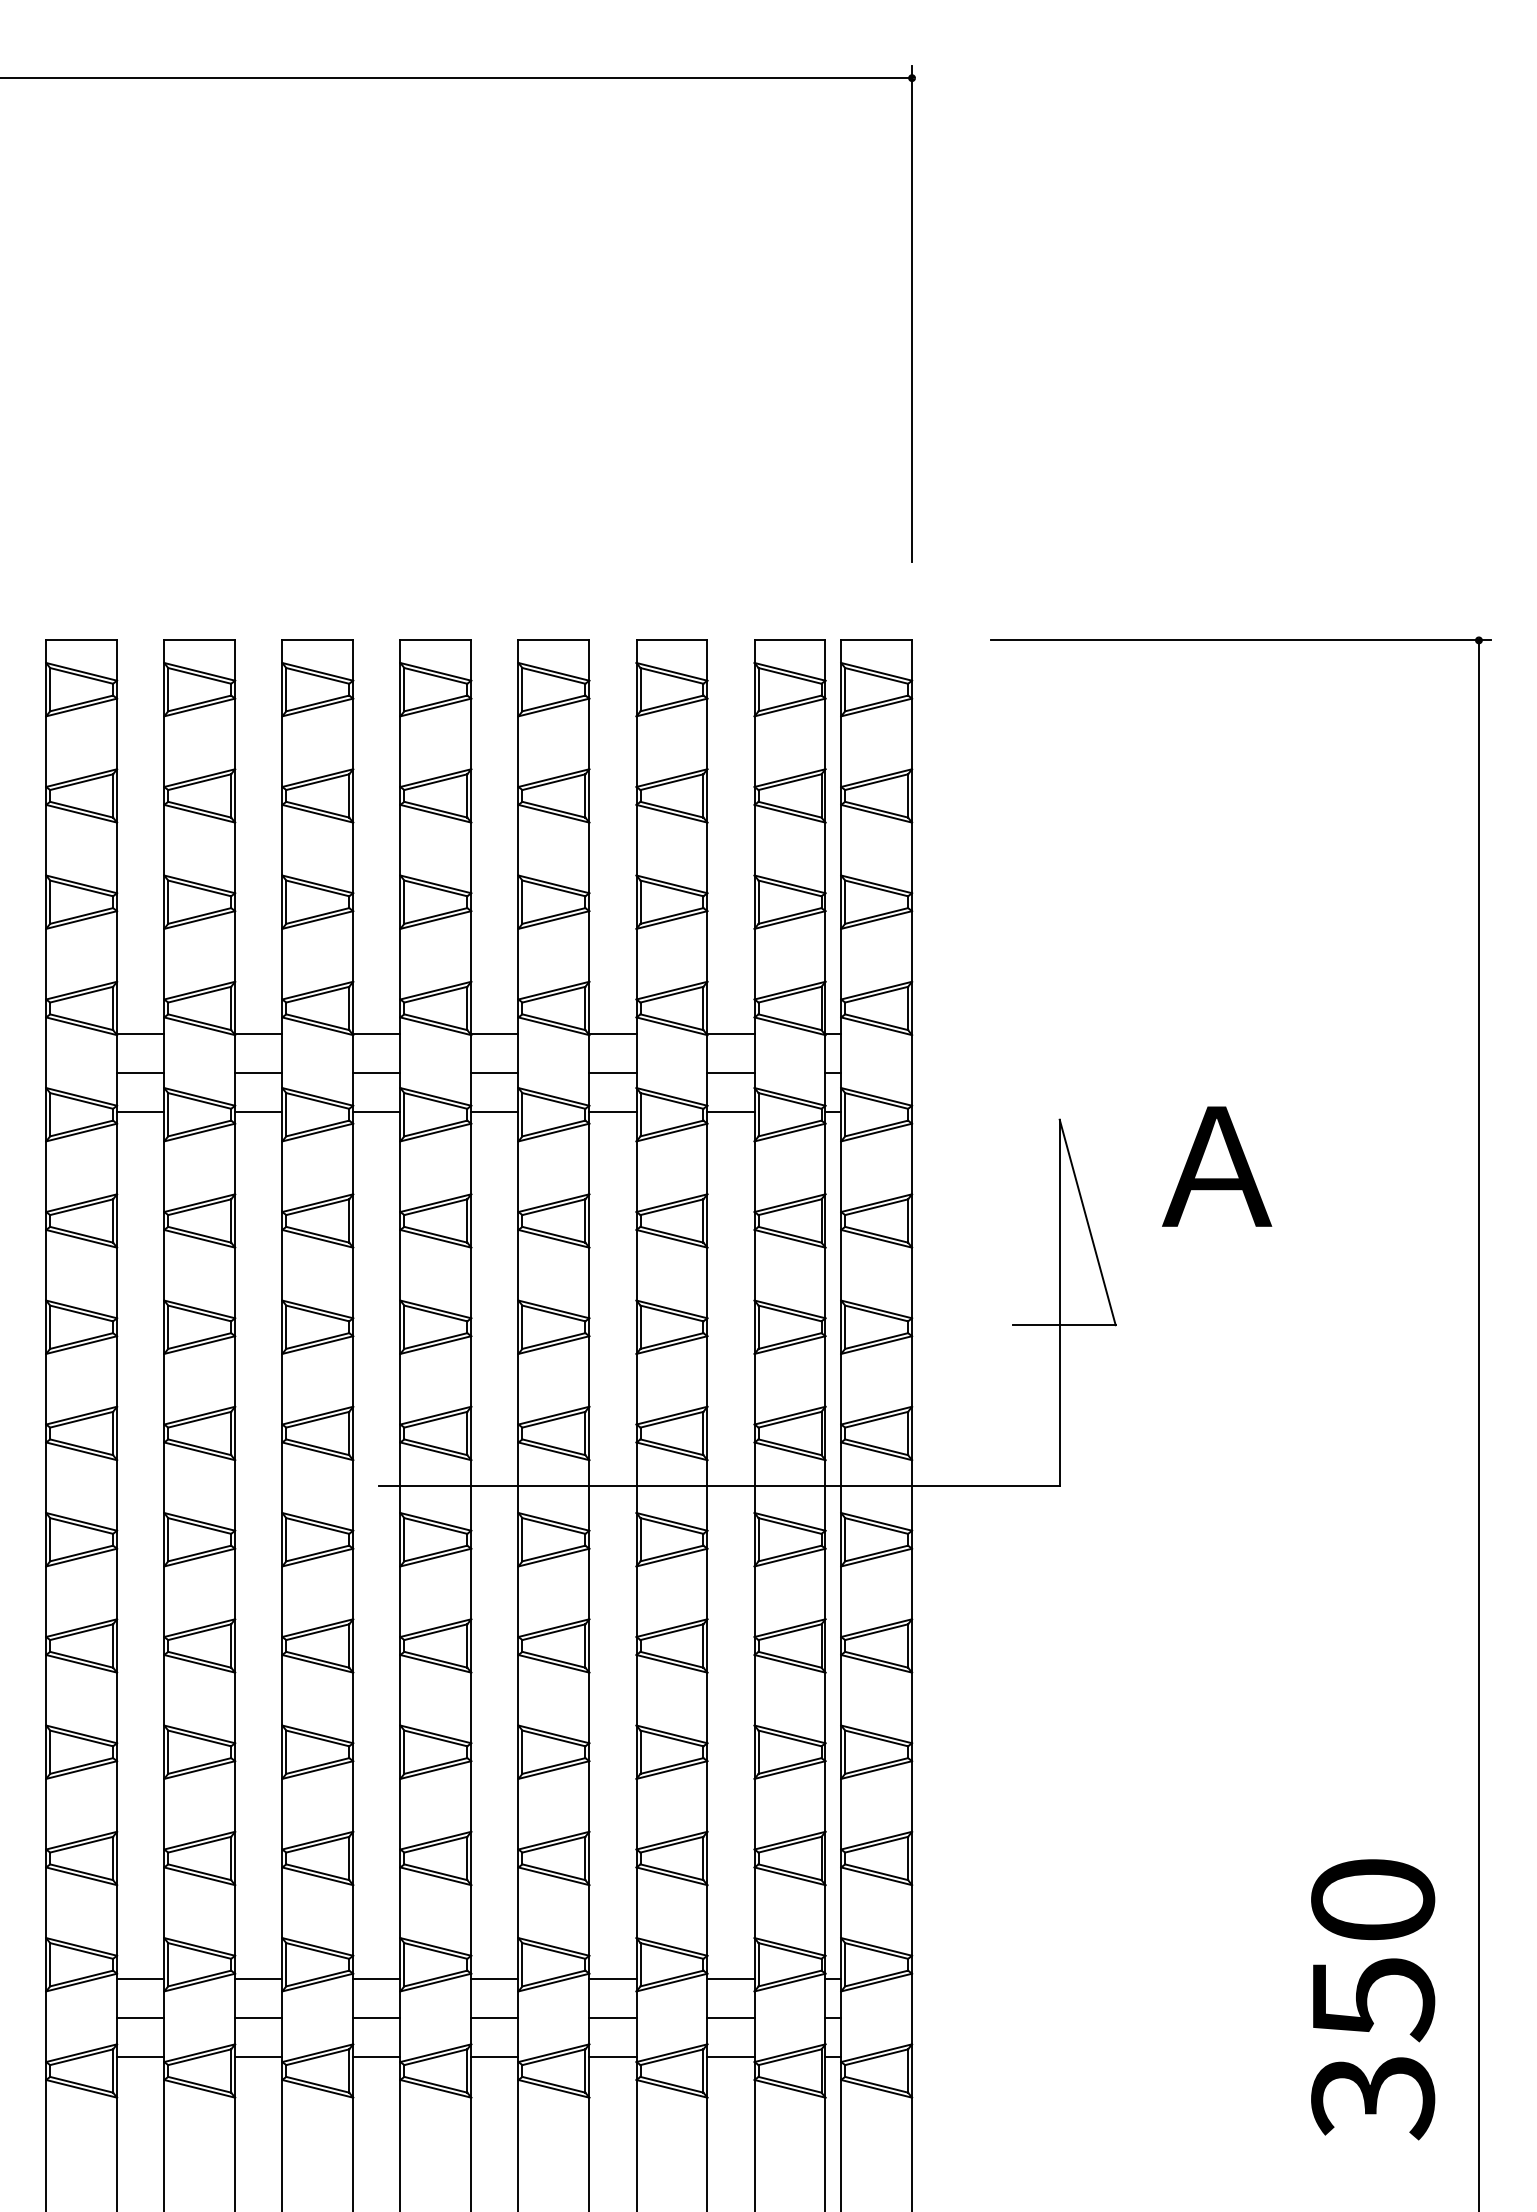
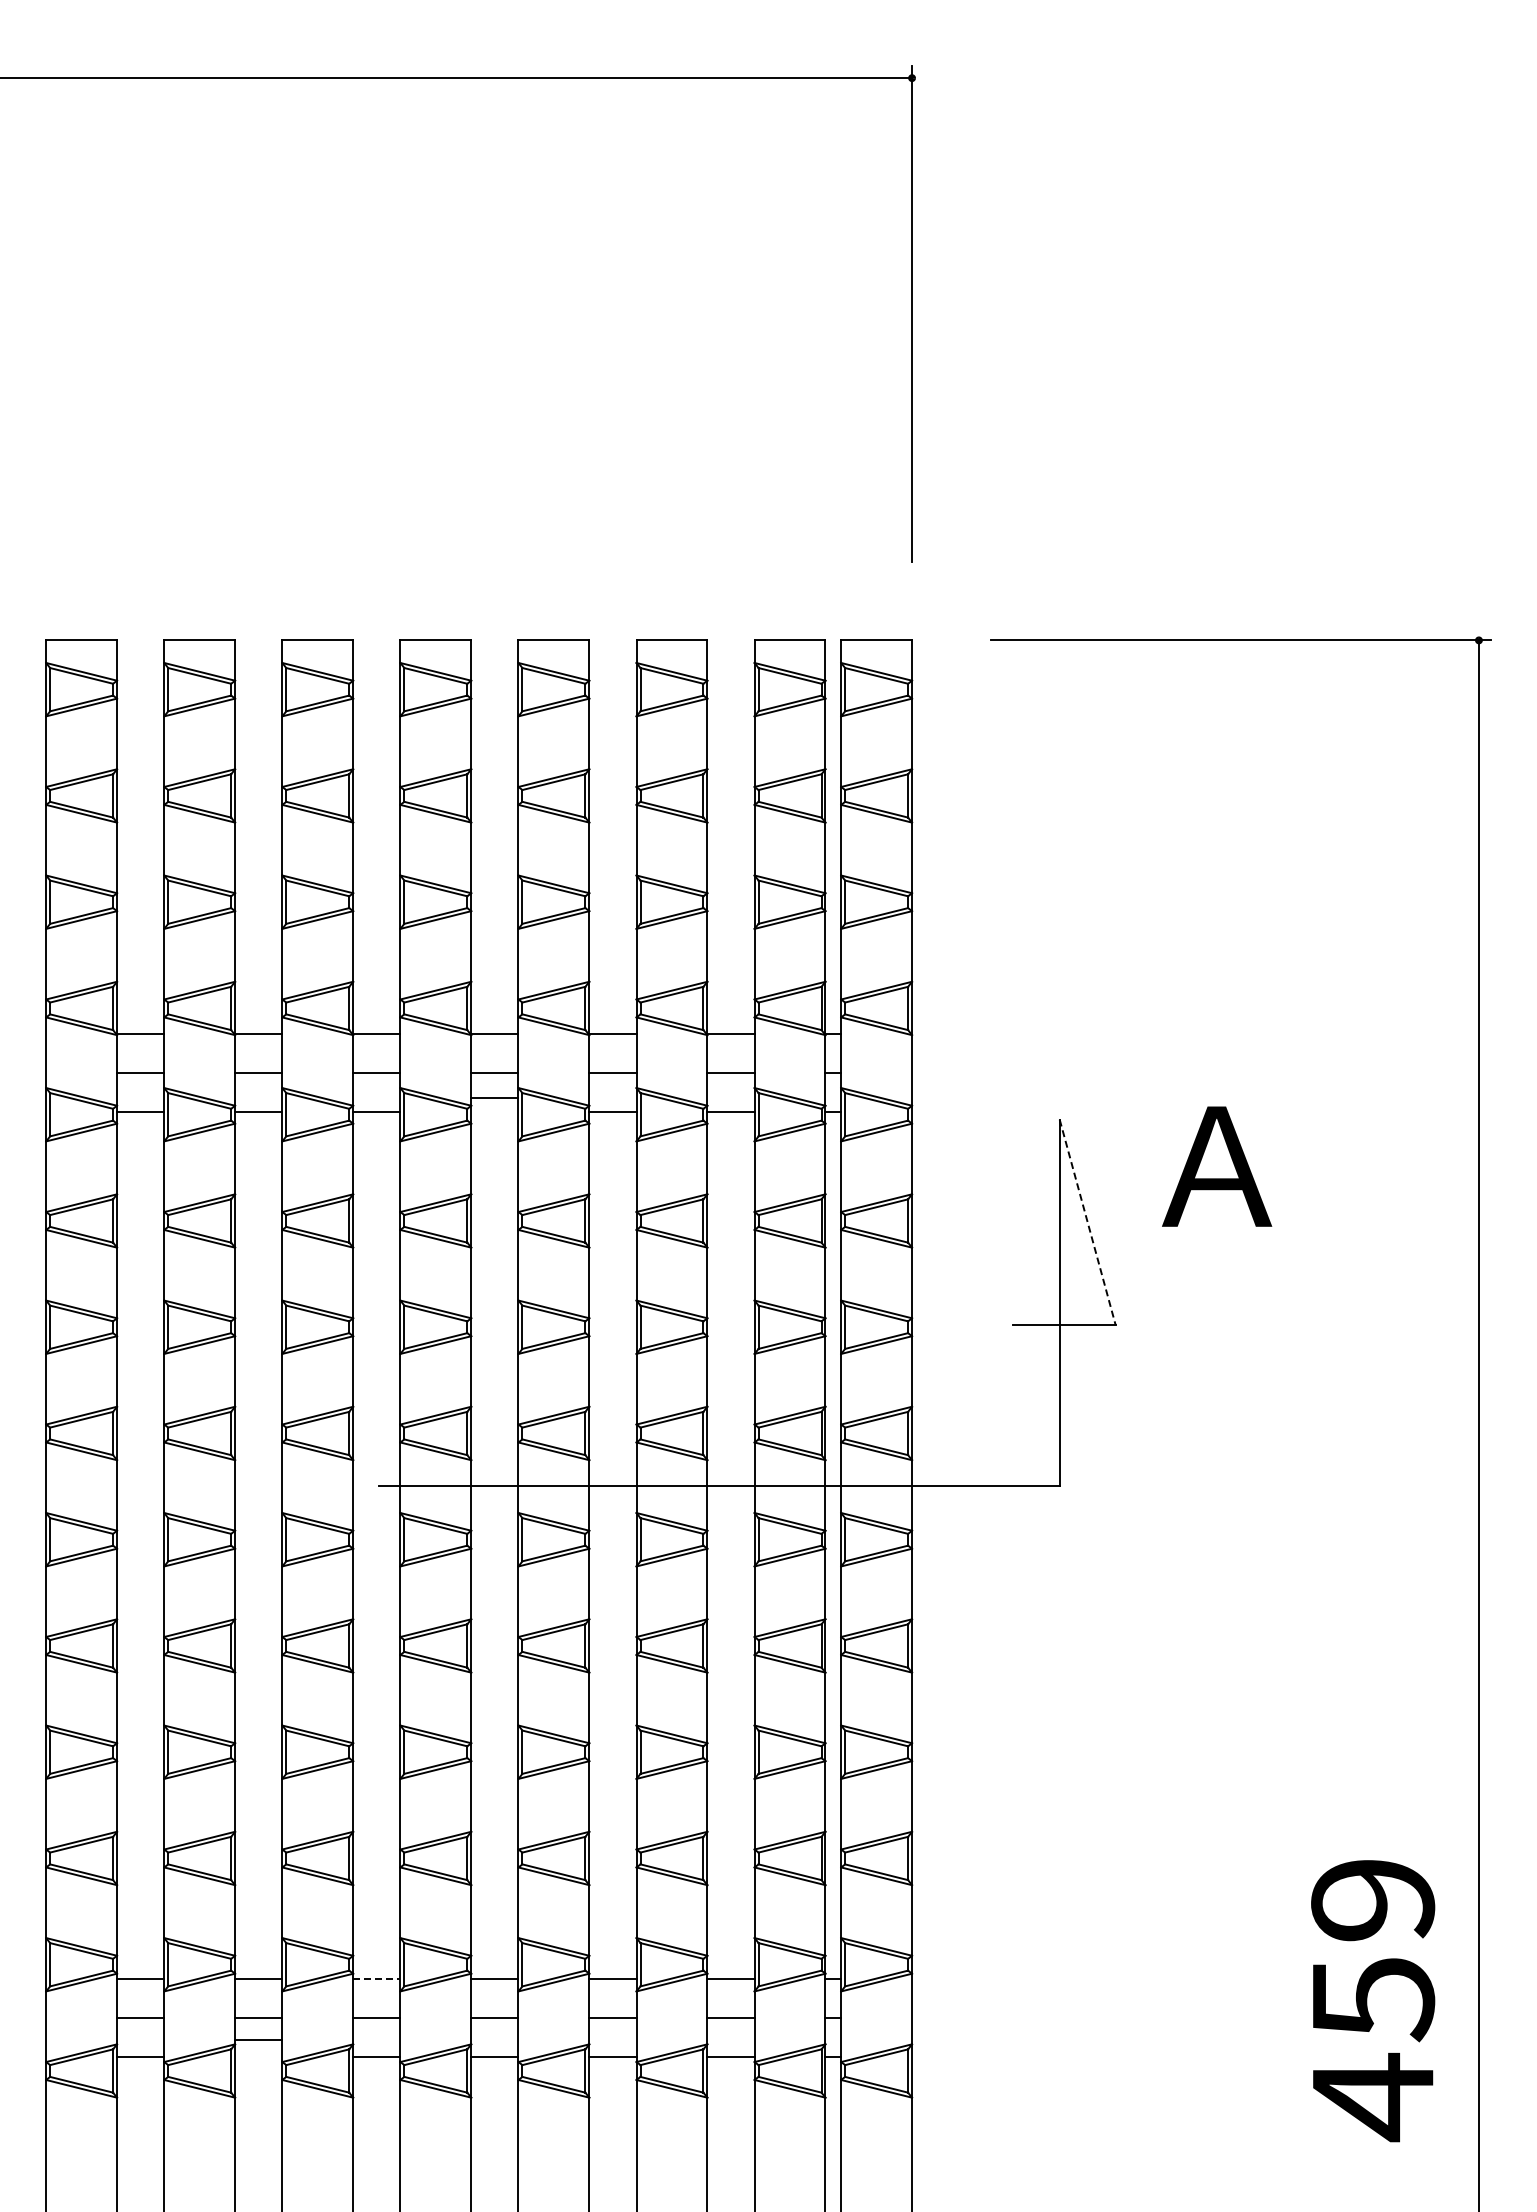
line at (494, 1112) position: (494, 1112) -> (494, 1098)
line at (1087, 1222): solid -> dashed
line at (376, 1978): solid -> dashed
text at (1373, 2000): 350 -> 459
line at (258, 2056) position: (258, 2056) -> (258, 2039)
